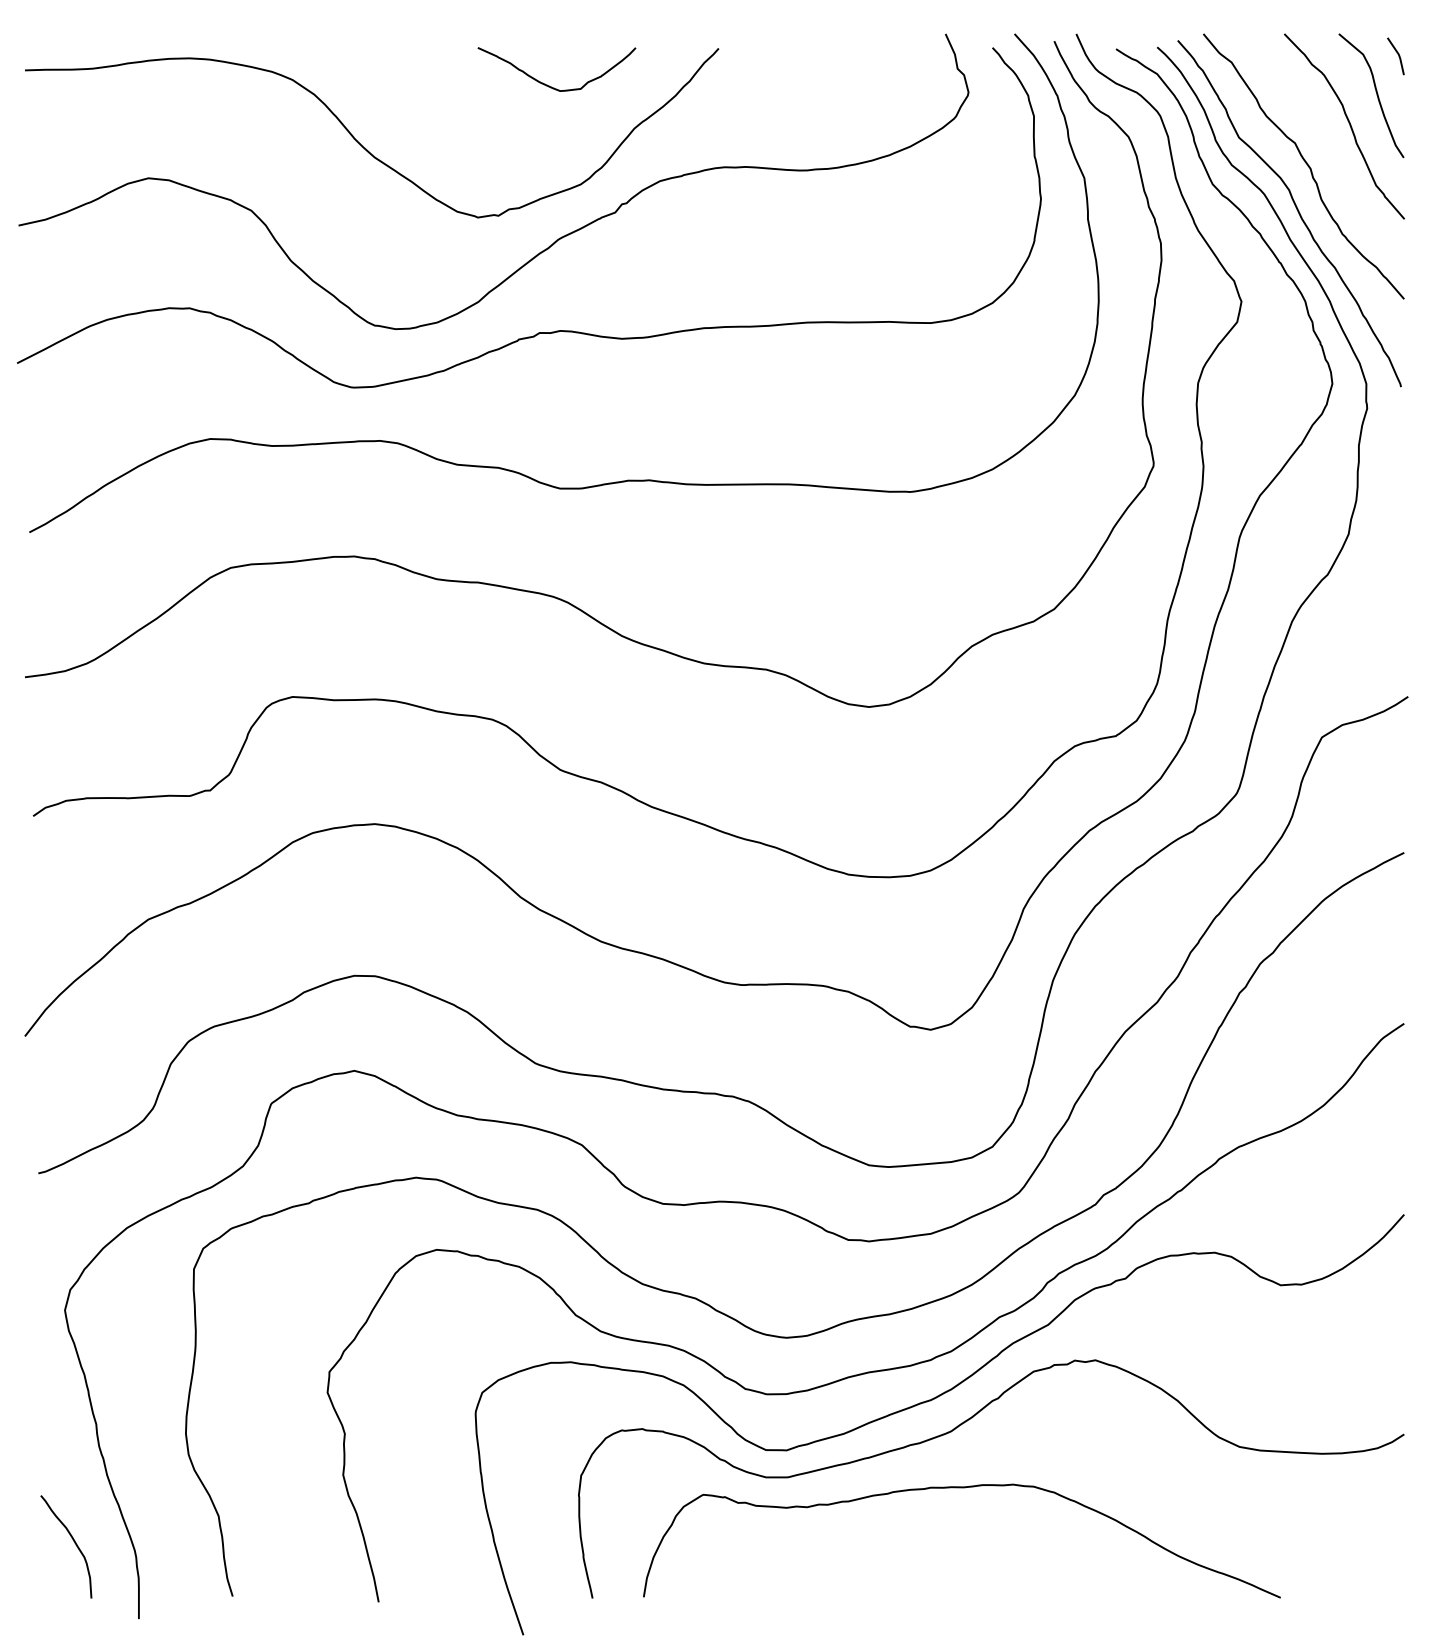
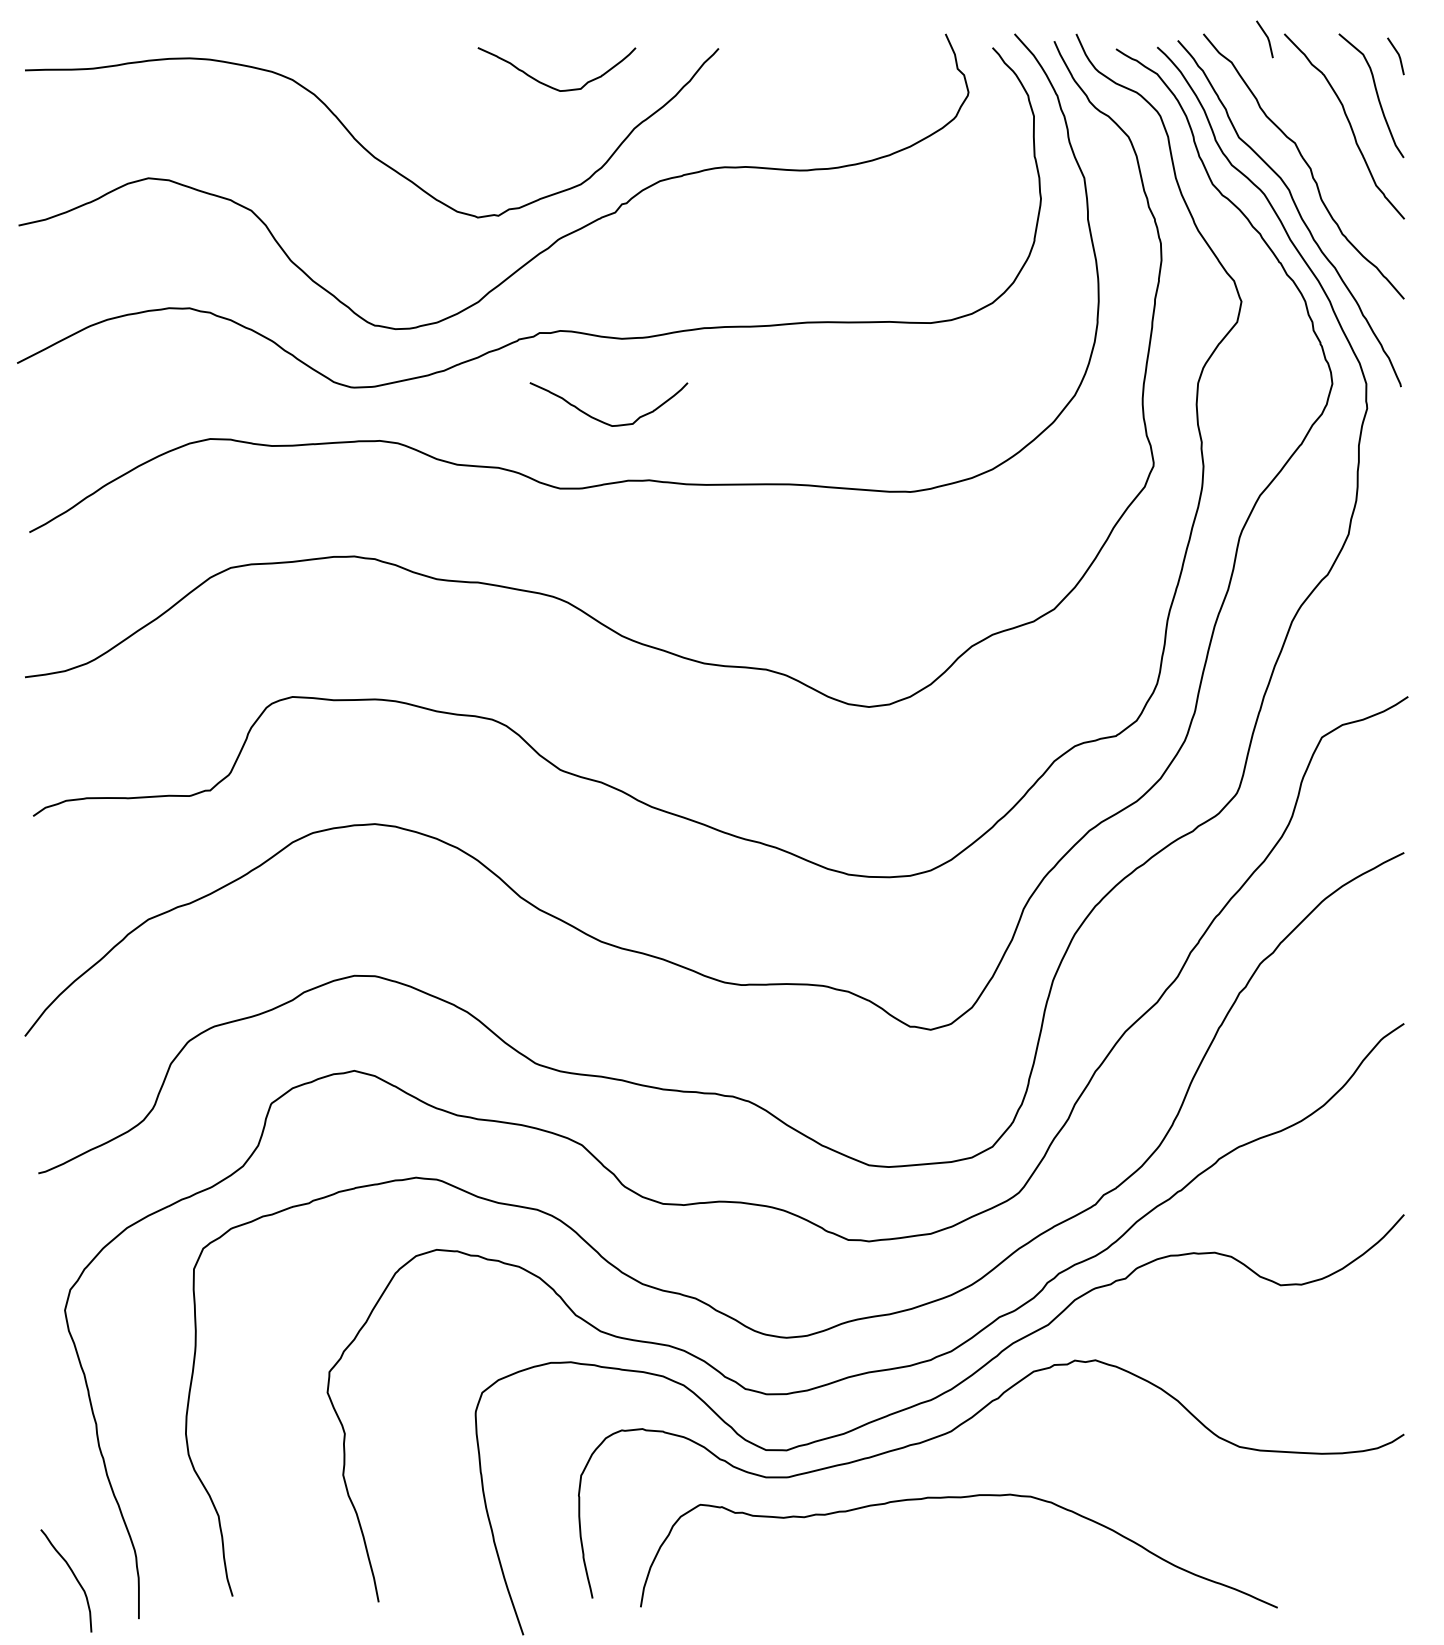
line at (1266, 37): none -> present
curve at (601, 420): none -> present
curve at (961, 1488) position: (961, 1488) -> (958, 1498)
curve at (74, 1543) position: (74, 1543) -> (74, 1577)
